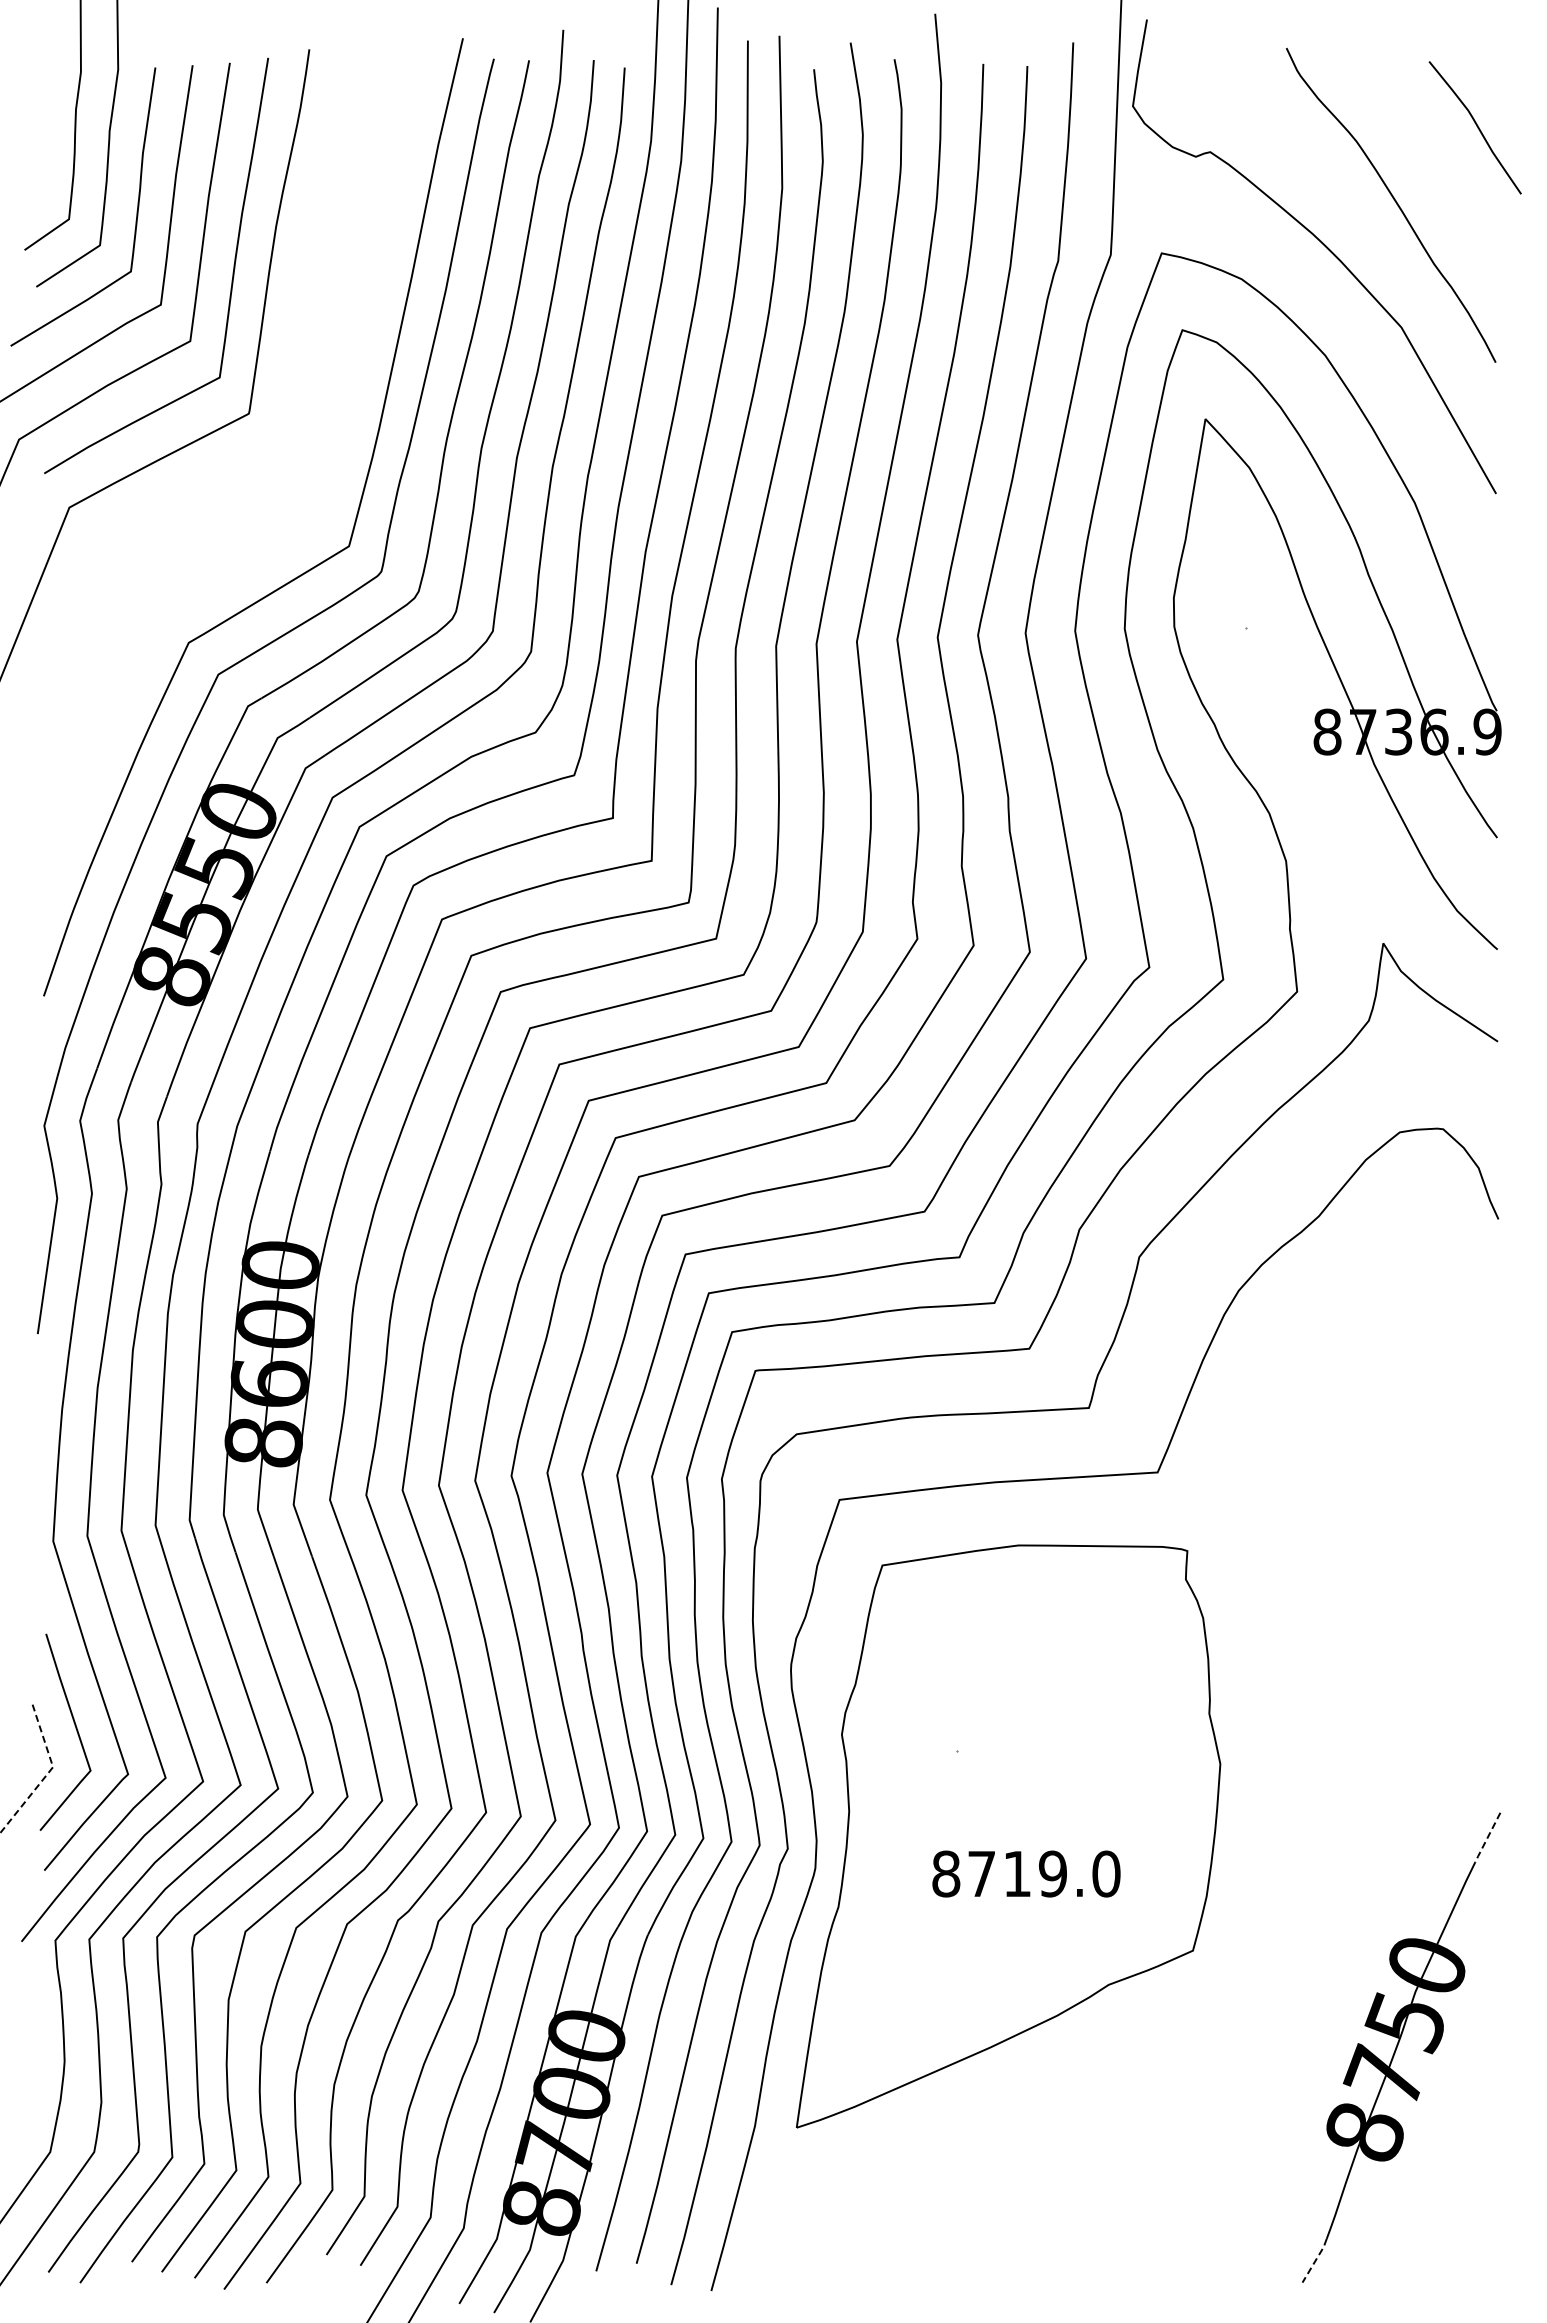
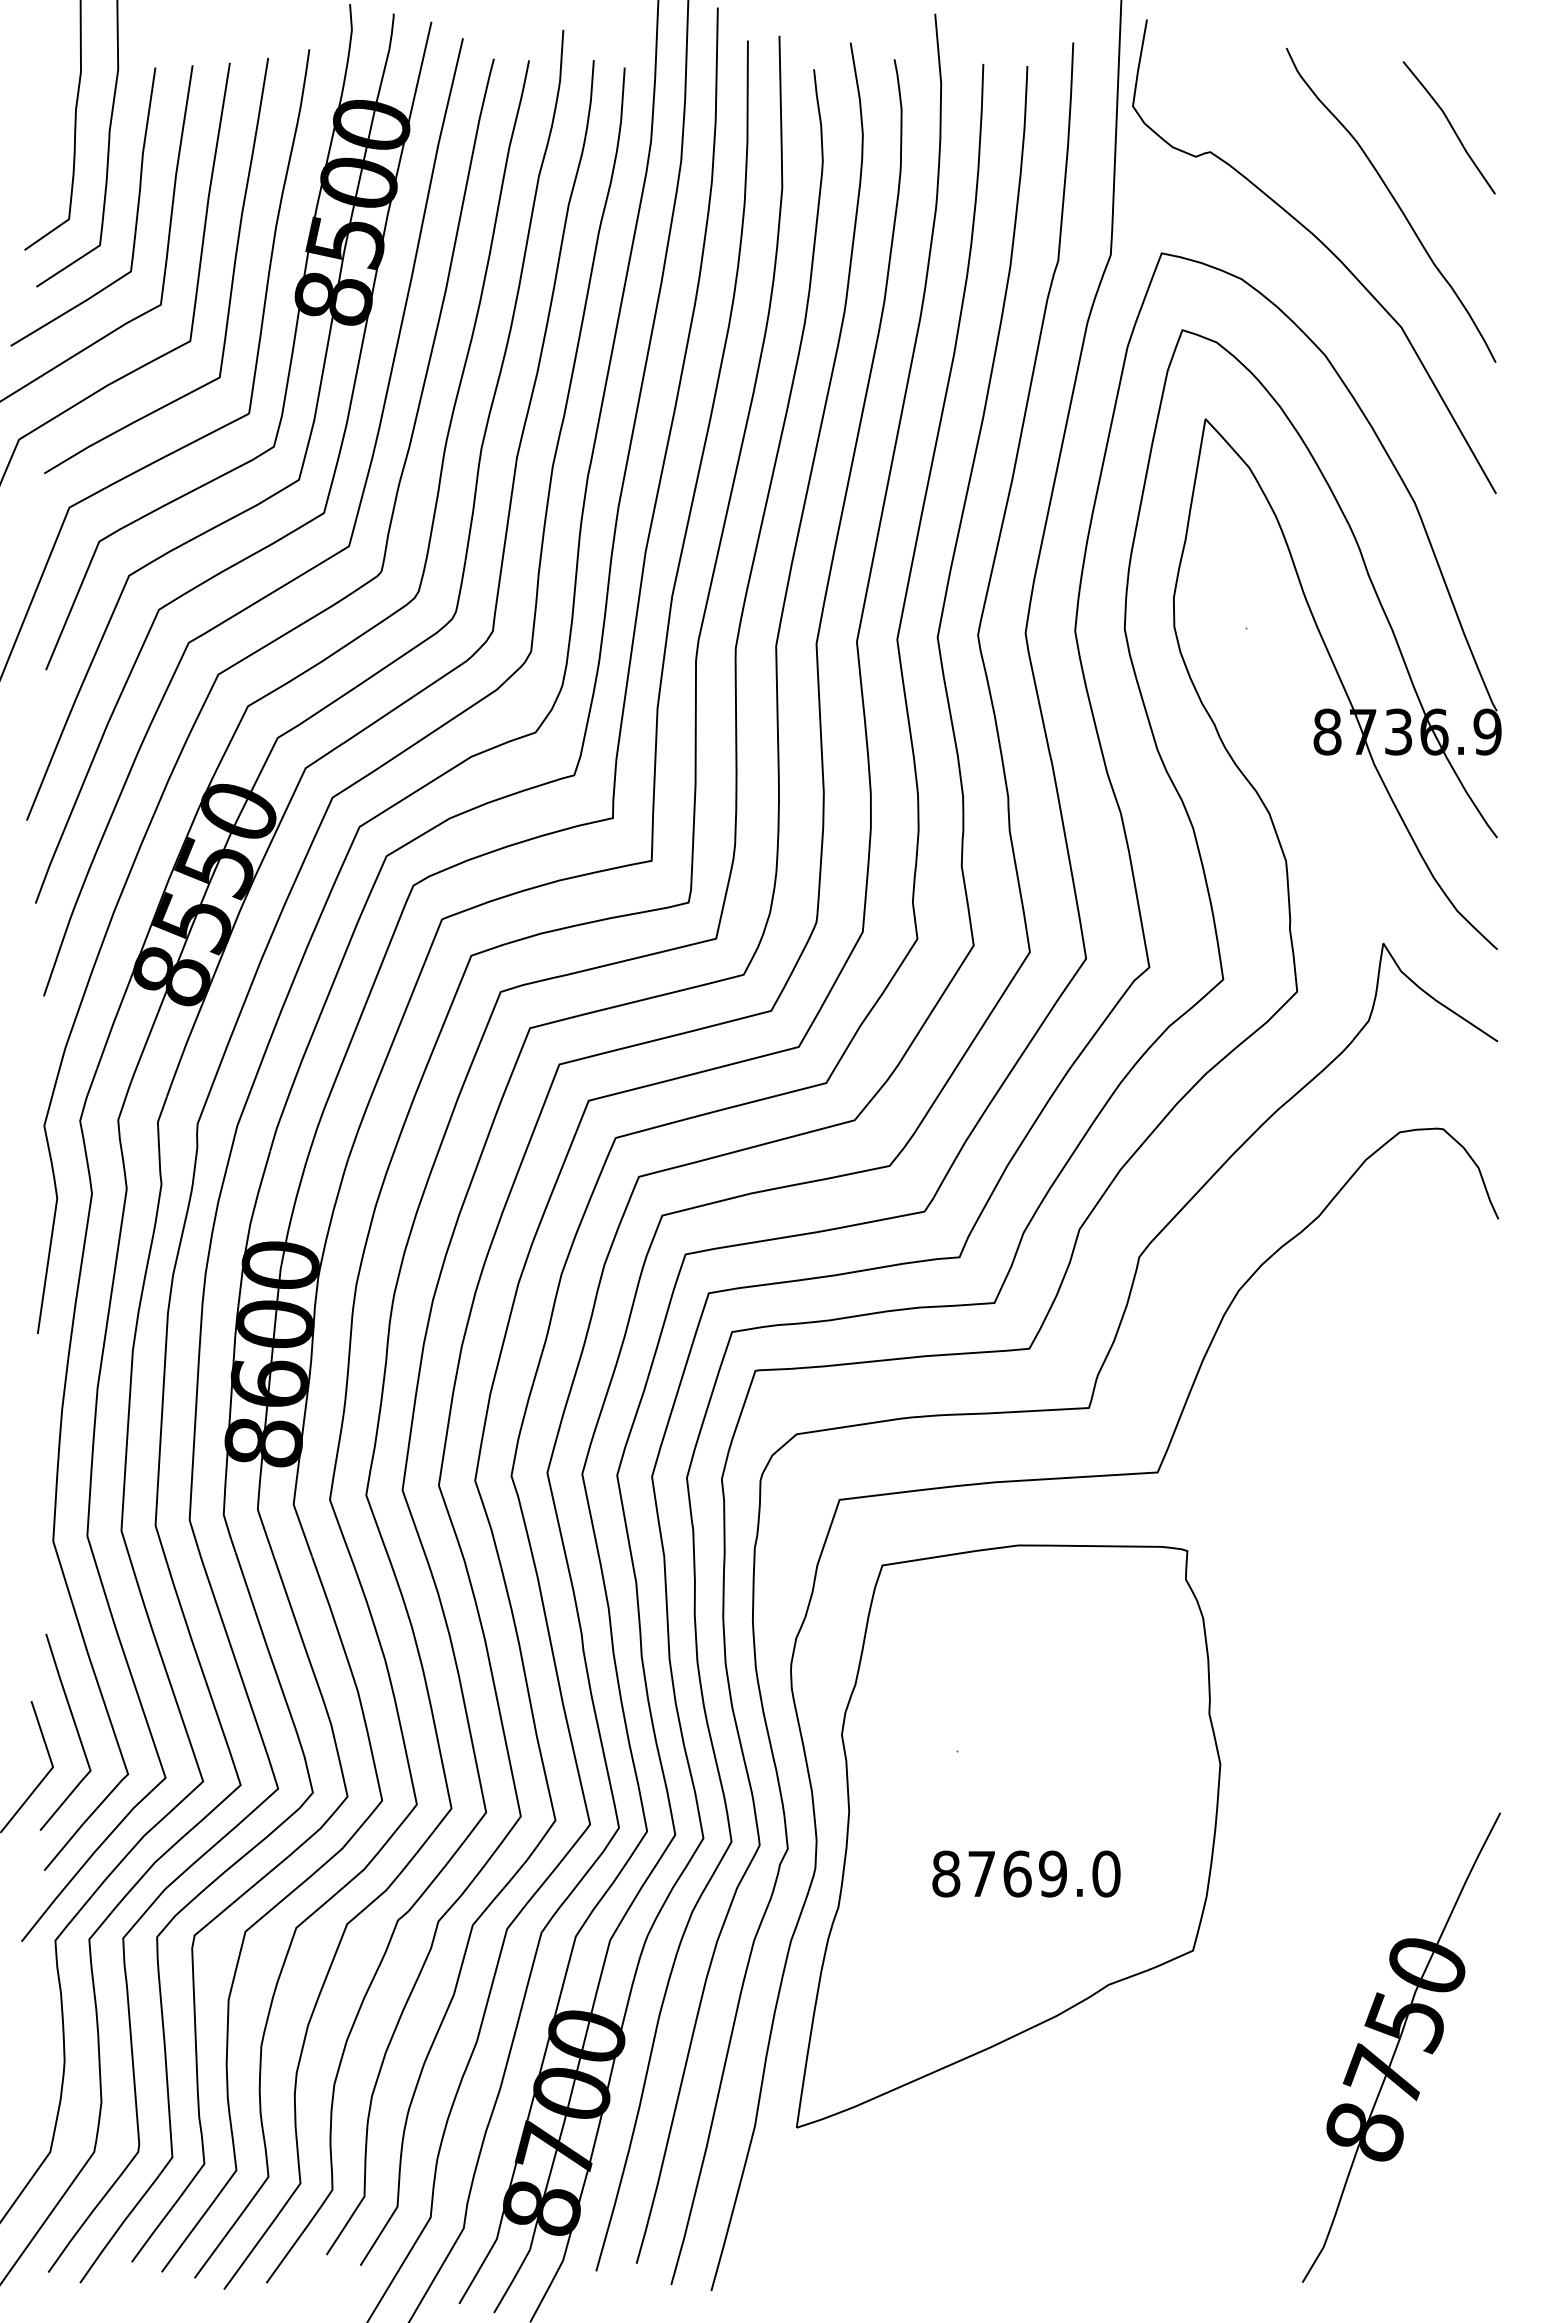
curve at (1476, 126) position: (1476, 126) -> (1450, 126)
part at (235, 467): none -> present
line at (48, 1772): dashed -> solid
line at (1487, 1838): dashed -> solid
text at (1017, 1873): 8719.0 -> 8769.0
line at (1315, 2260): dashed -> solid
